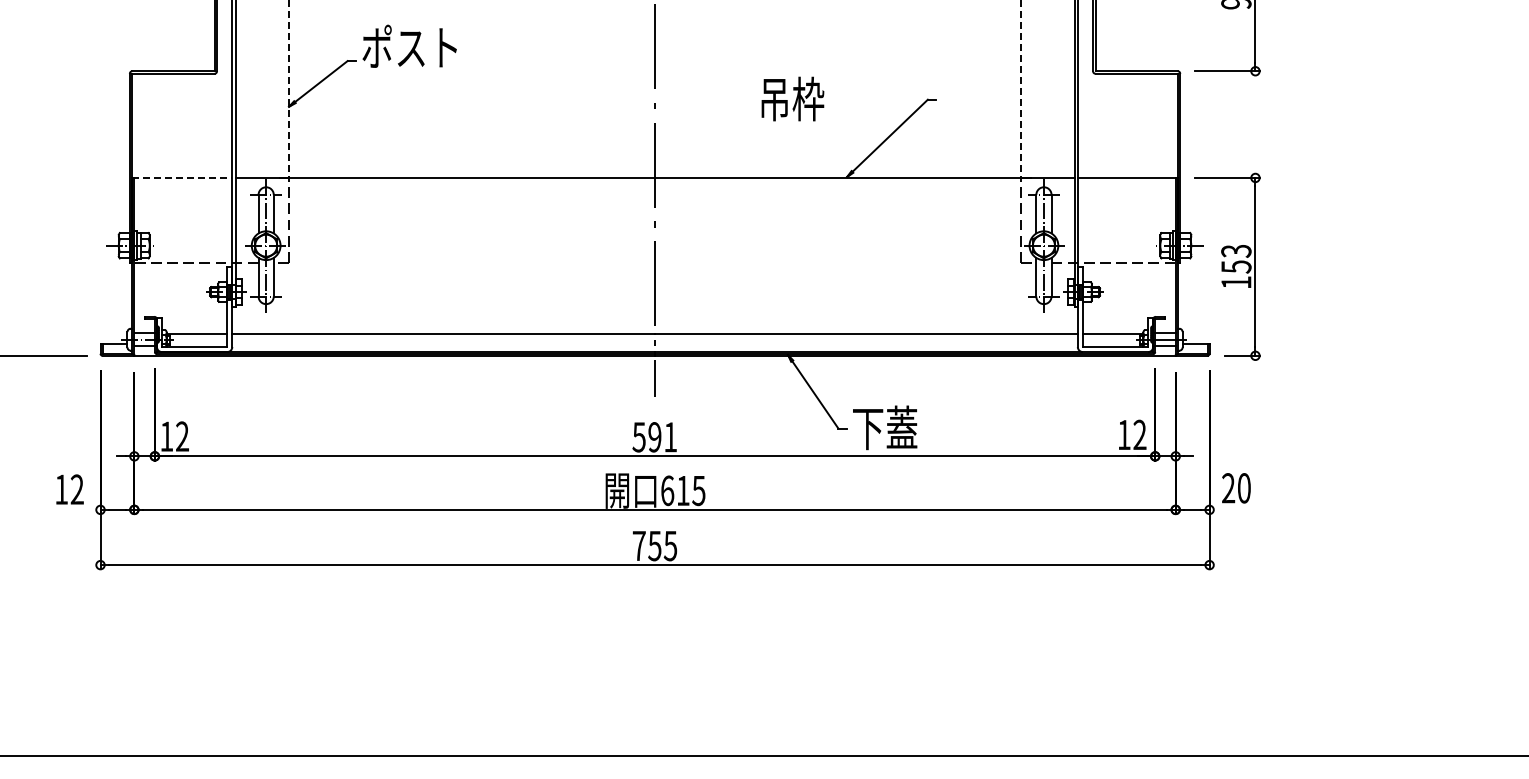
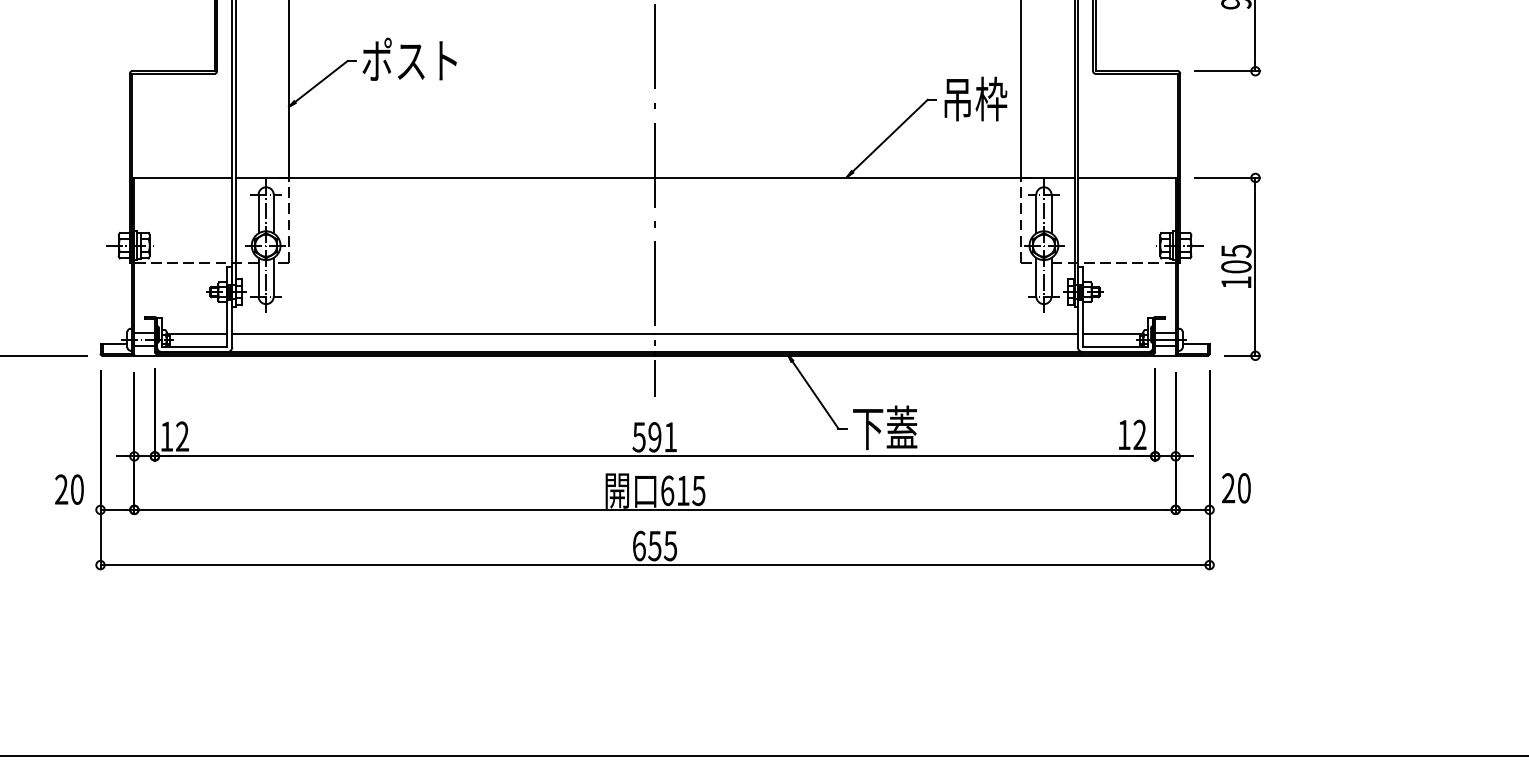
text at (409, 45) position: (409, 45) -> (409, 58)
line at (289, 89): dashed -> solid
line at (1021, 89): dashed -> solid
text at (792, 98) position: (792, 98) -> (975, 98)
line at (182, 177): dashed -> solid
text at (1236, 258): 153 -> 105
text at (69, 489): 12 -> 20
text at (638, 545): 755 -> 655
